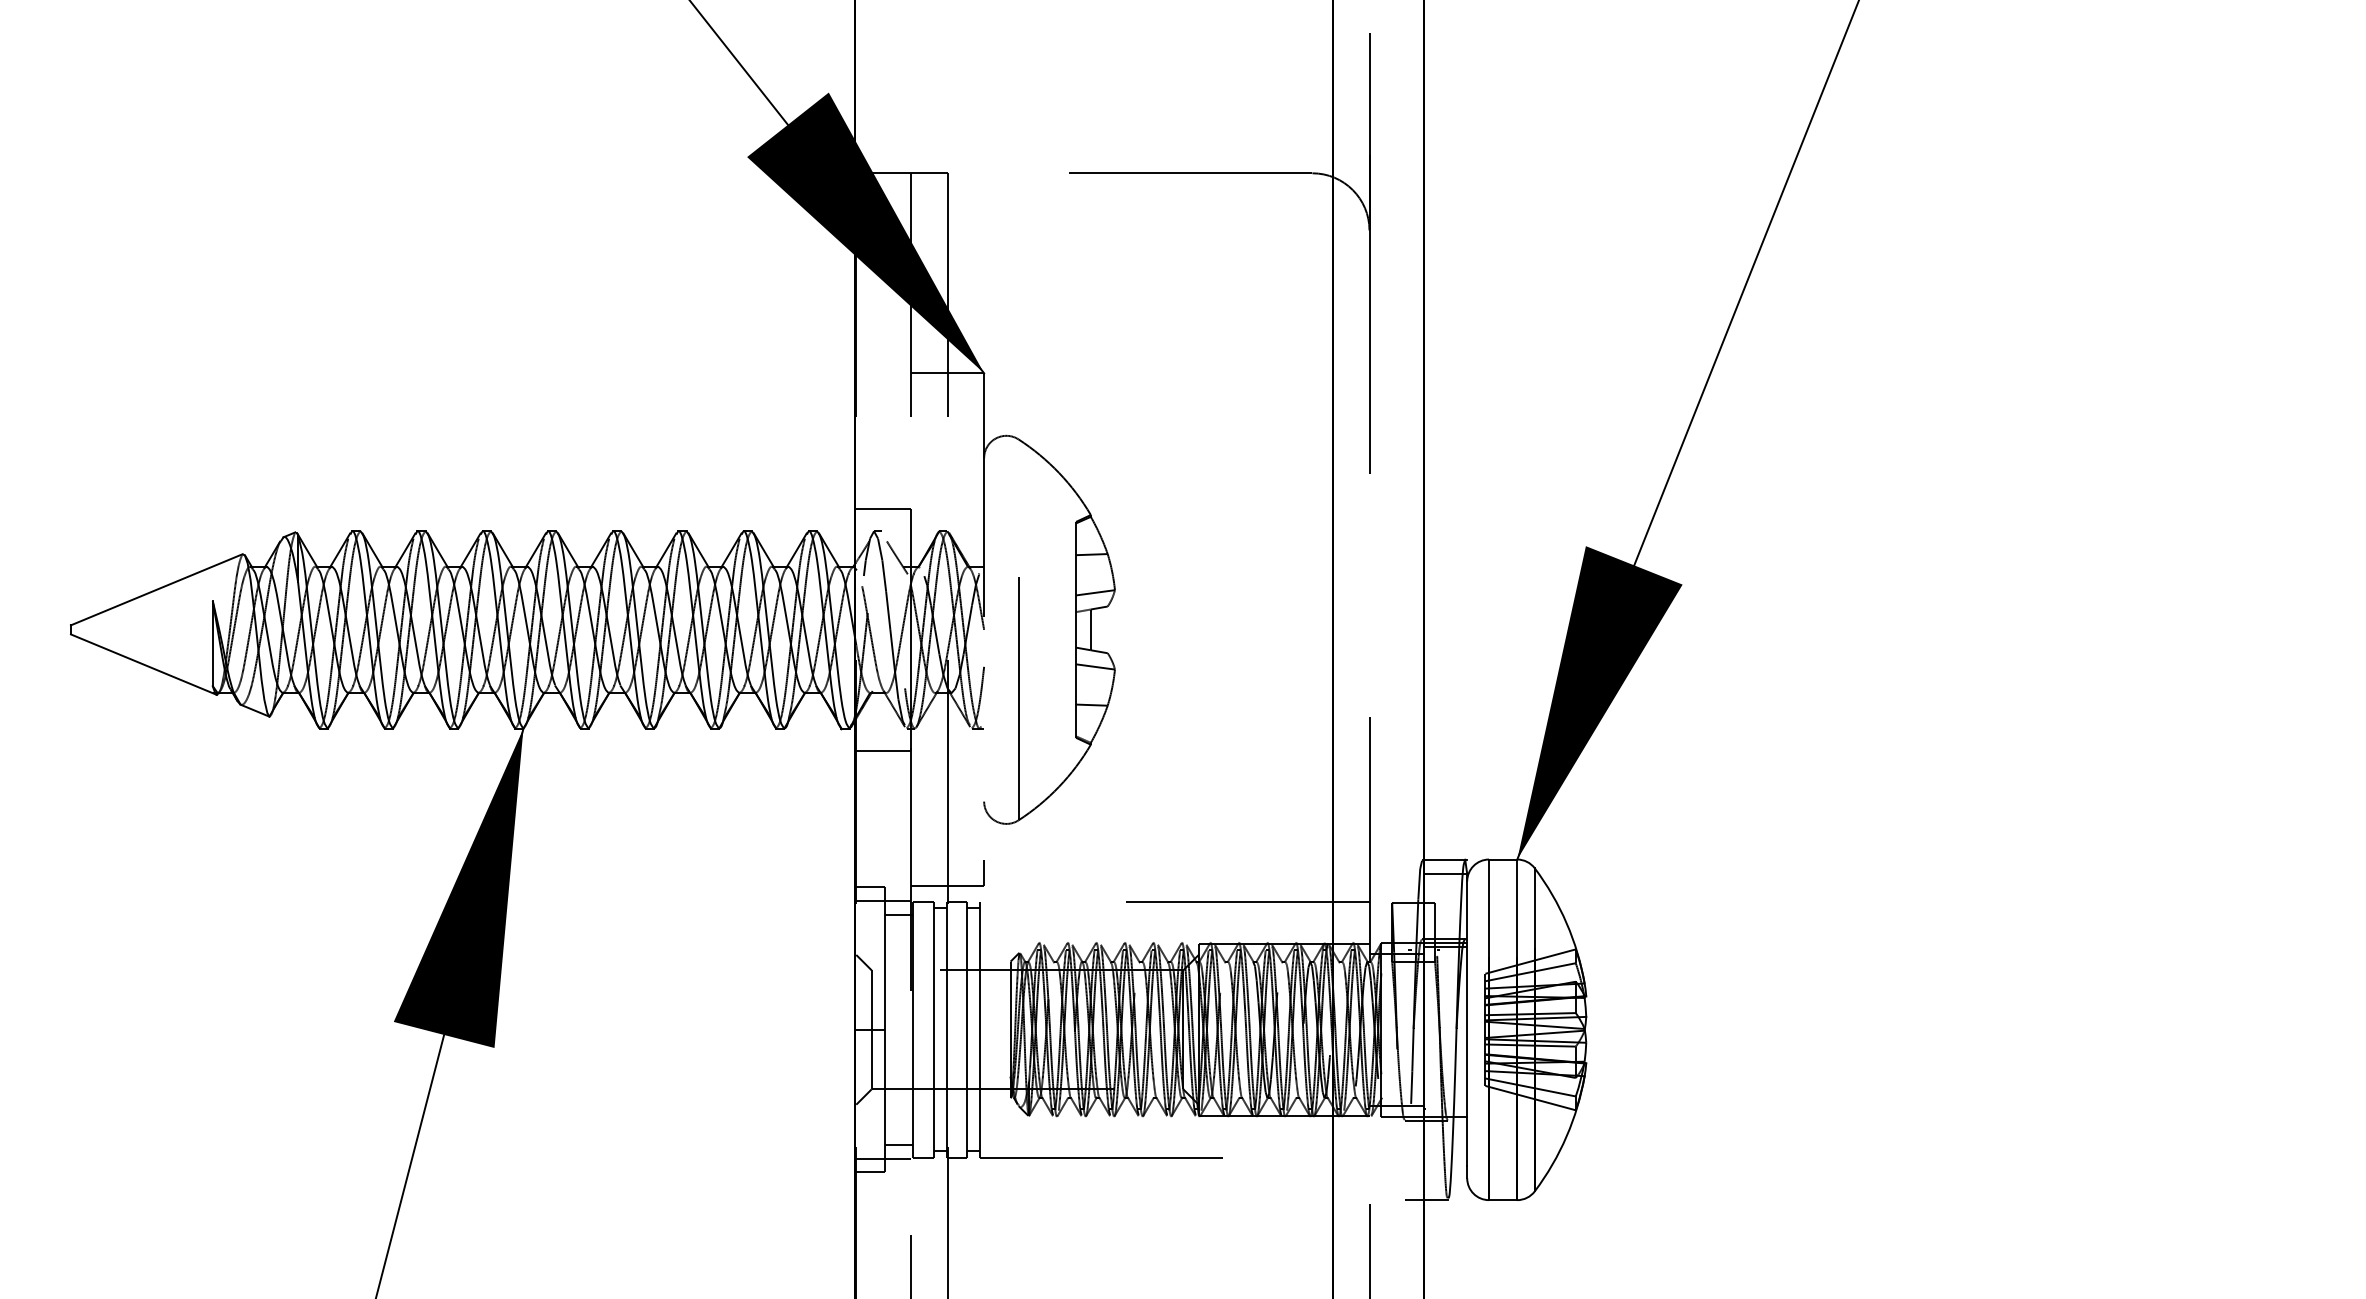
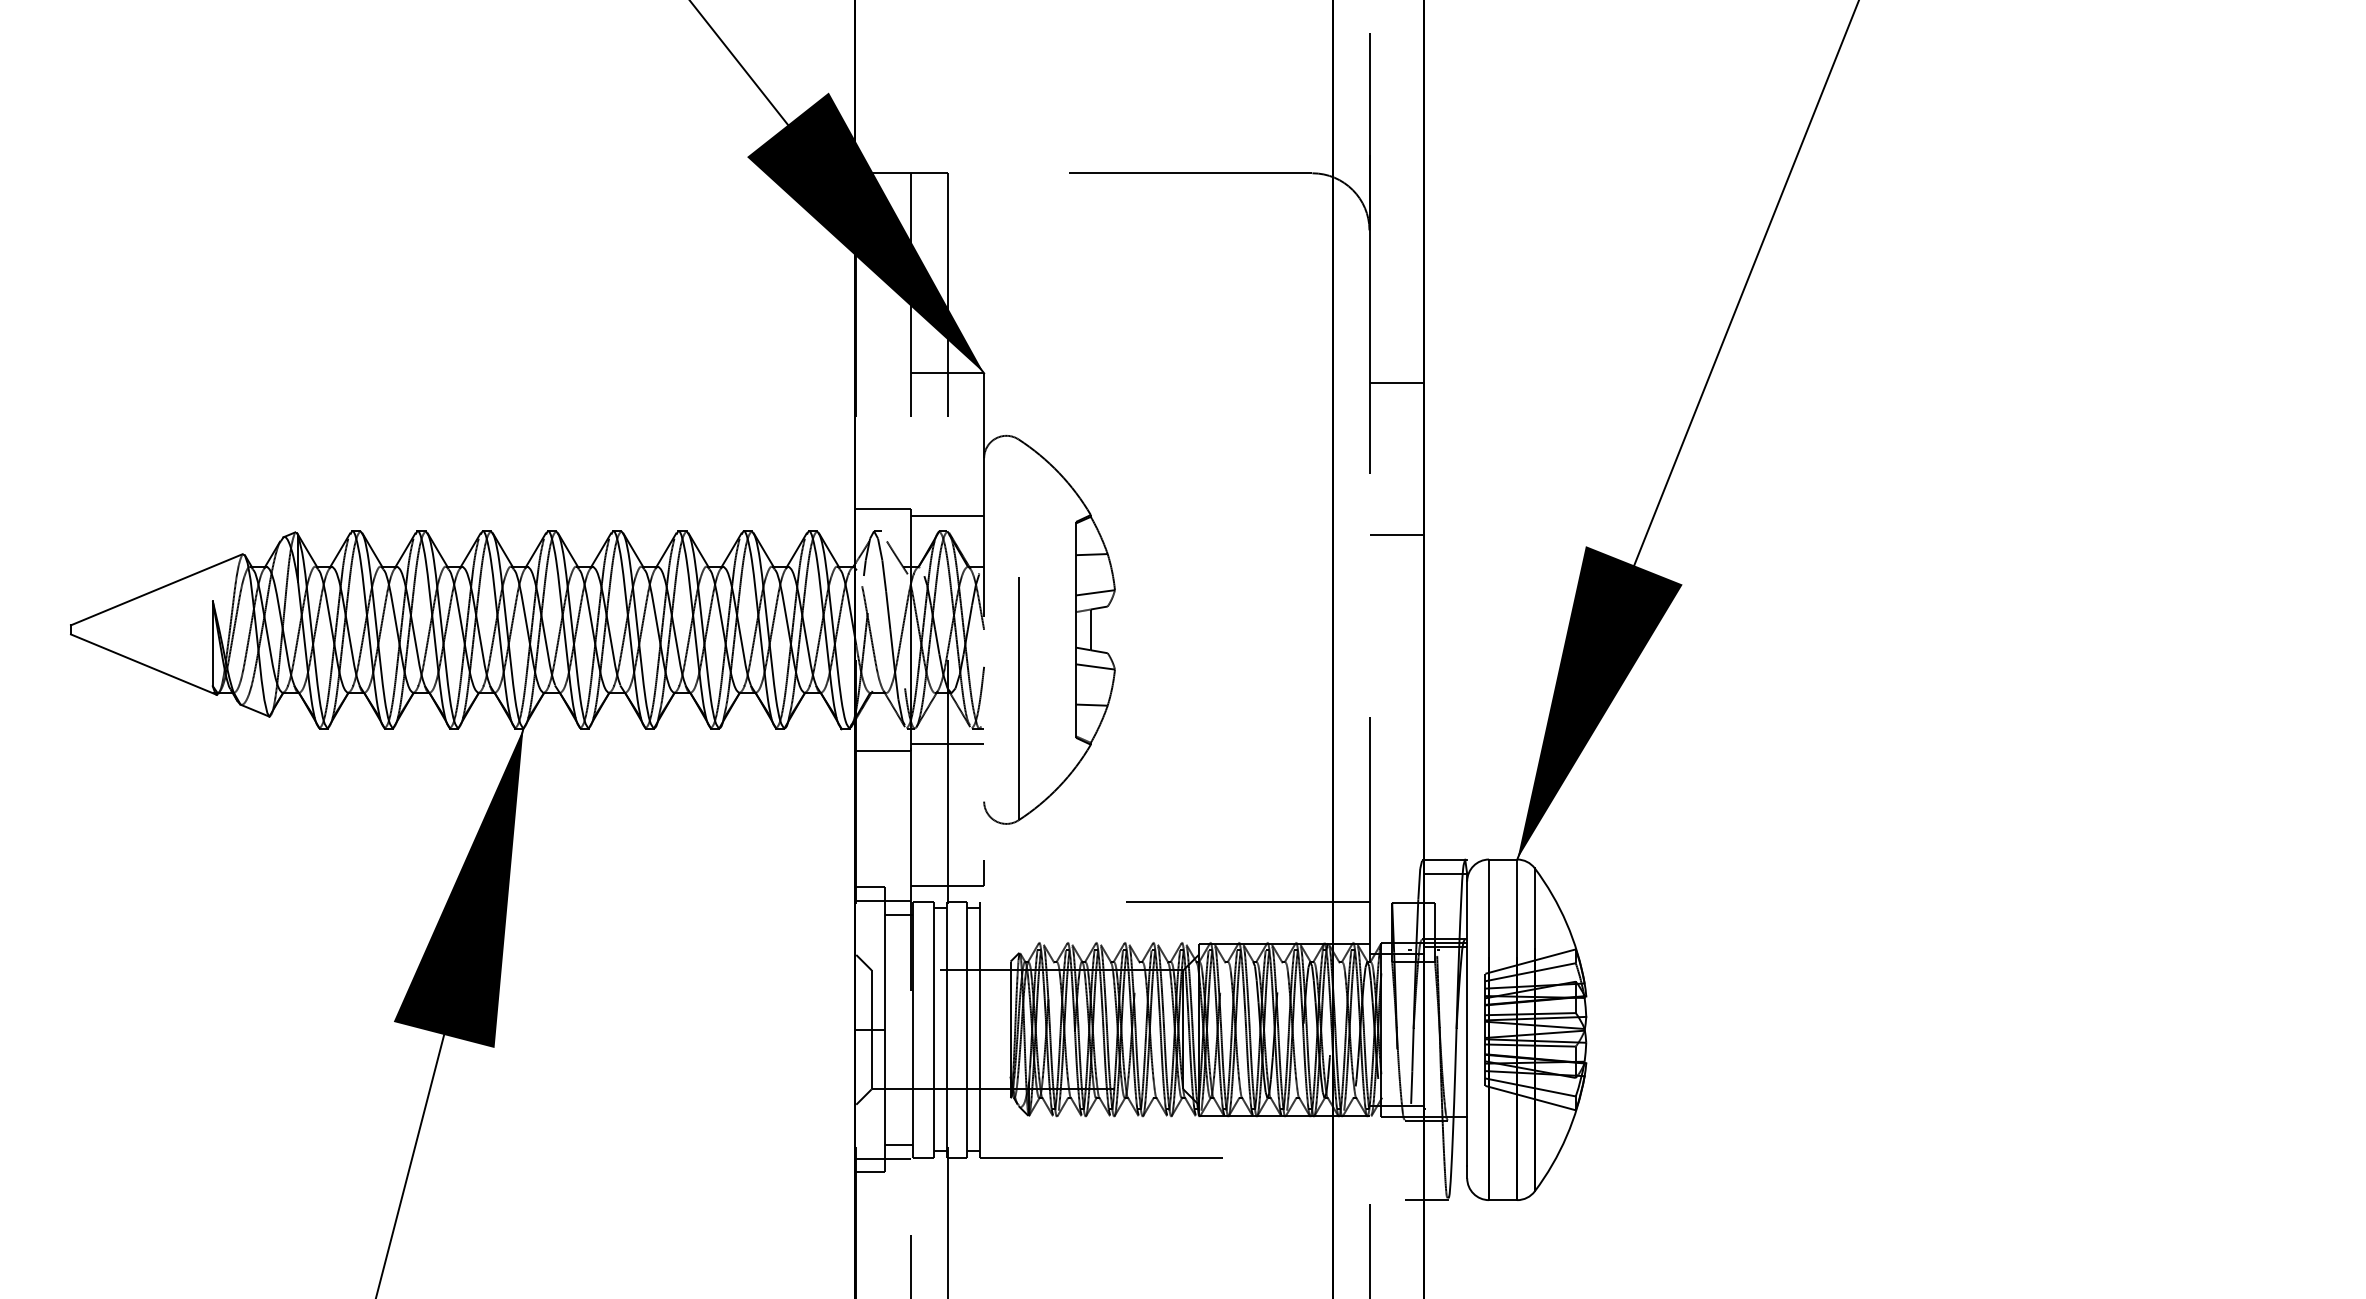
line at (1396, 383): none -> present
line at (947, 515): none -> present
line at (1396, 534): none -> present
line at (947, 744): none -> present
